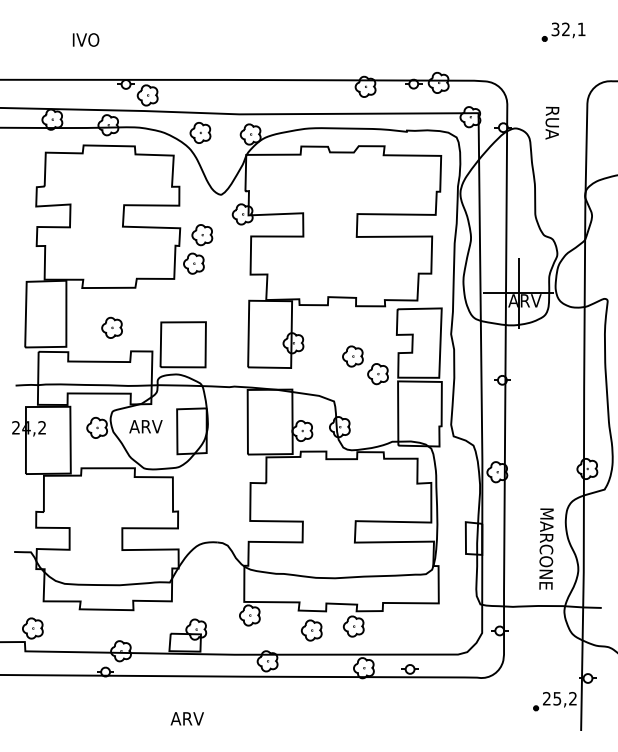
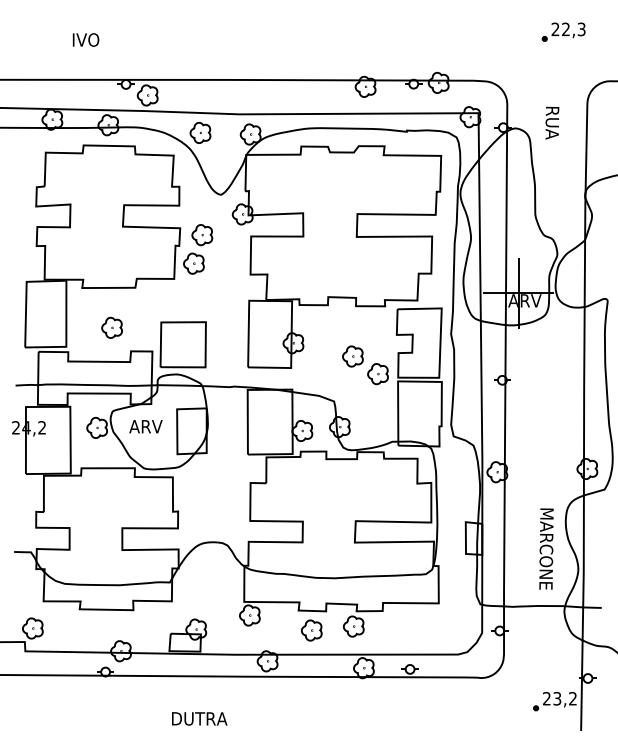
text at (568, 29): 32,1 -> 22,3
text at (557, 698): 25,2 -> 23,2
text at (198, 718): ARV -> DUTRA
